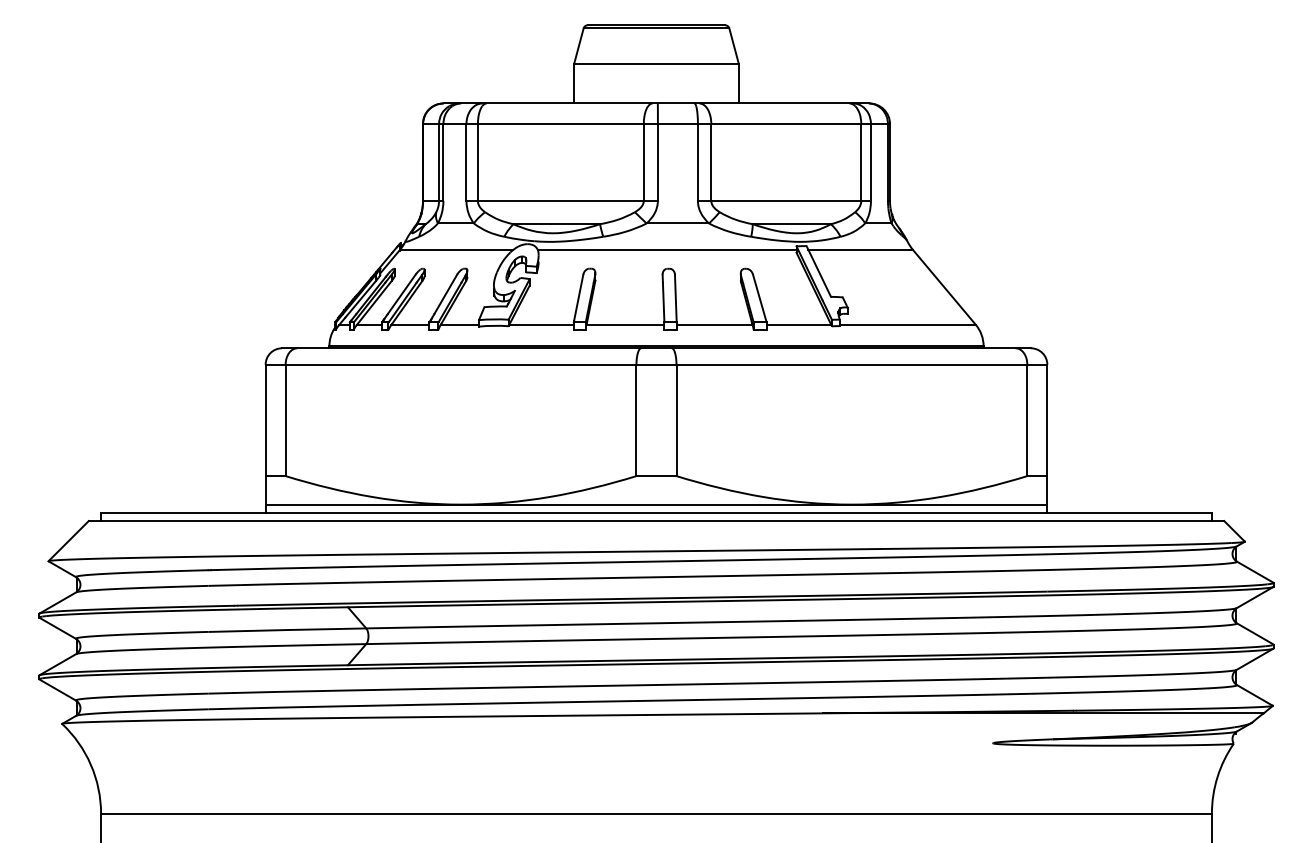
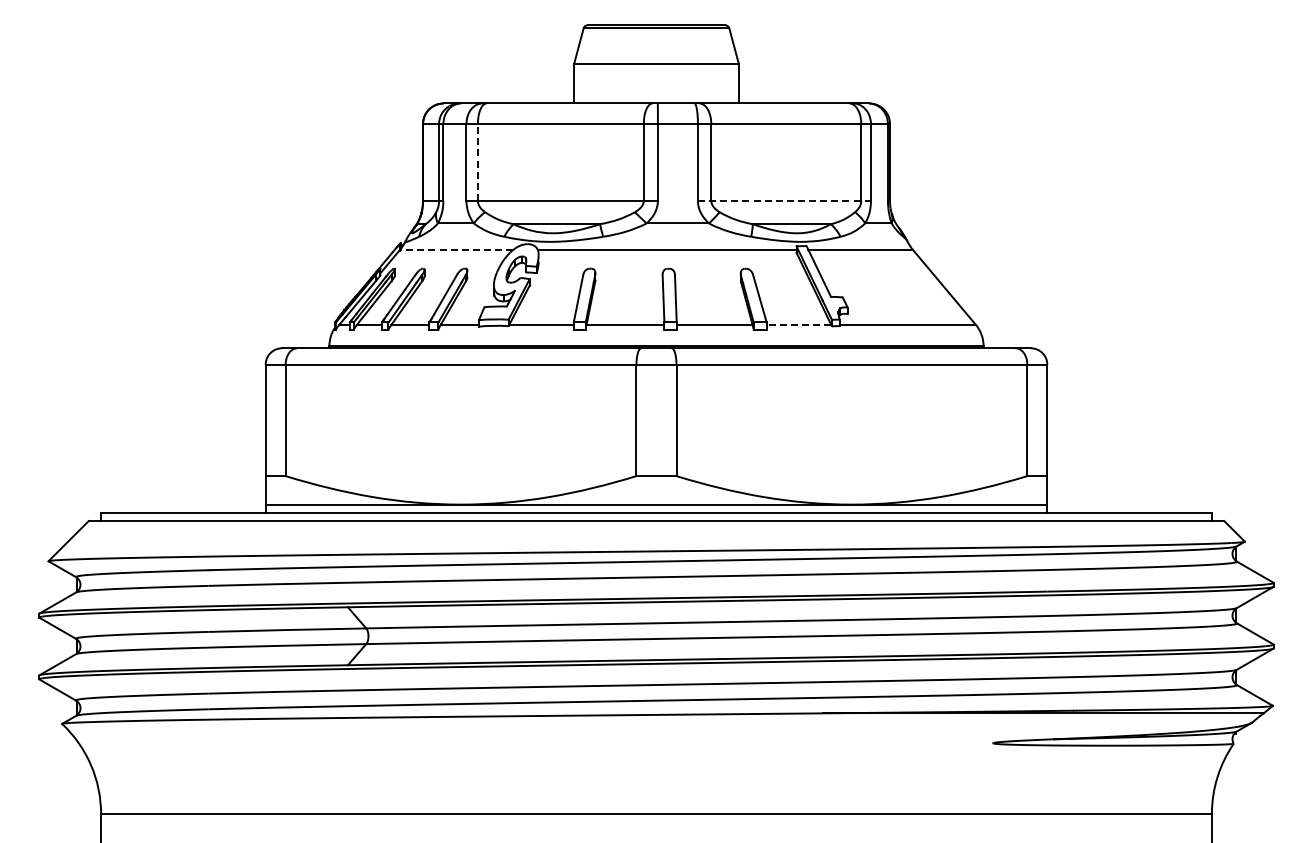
line at (477, 162): solid -> dashed
line at (784, 200): solid -> dashed
line at (456, 249): solid -> dashed
line at (798, 324): solid -> dashed
